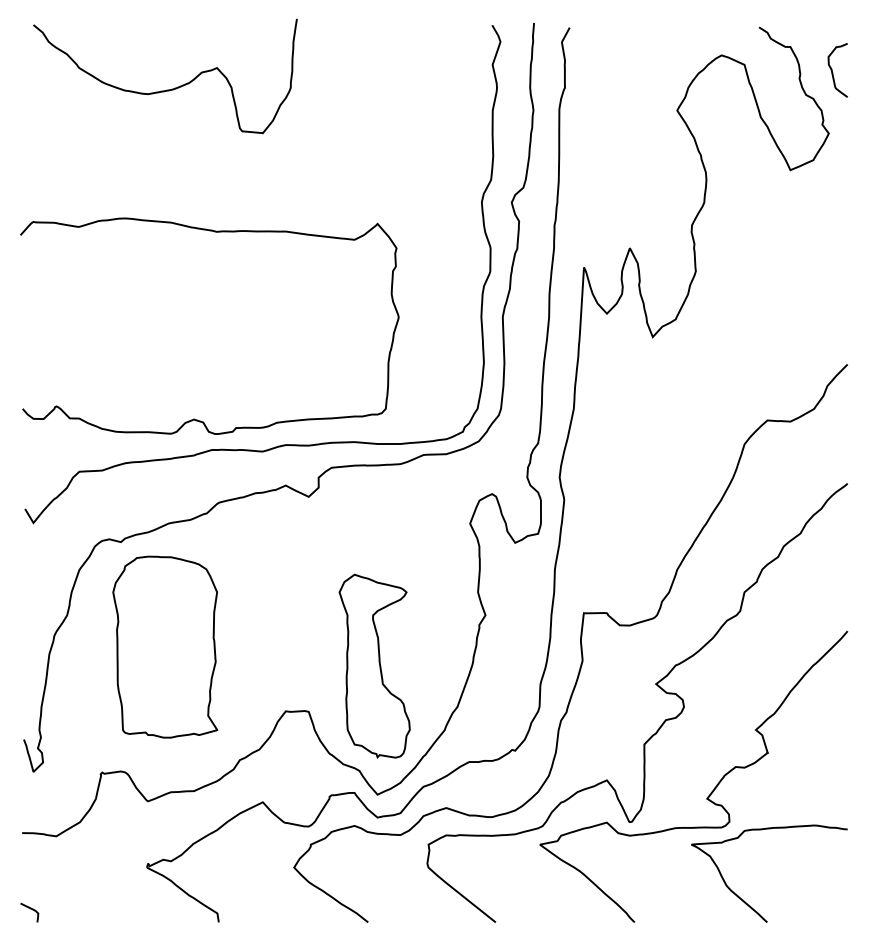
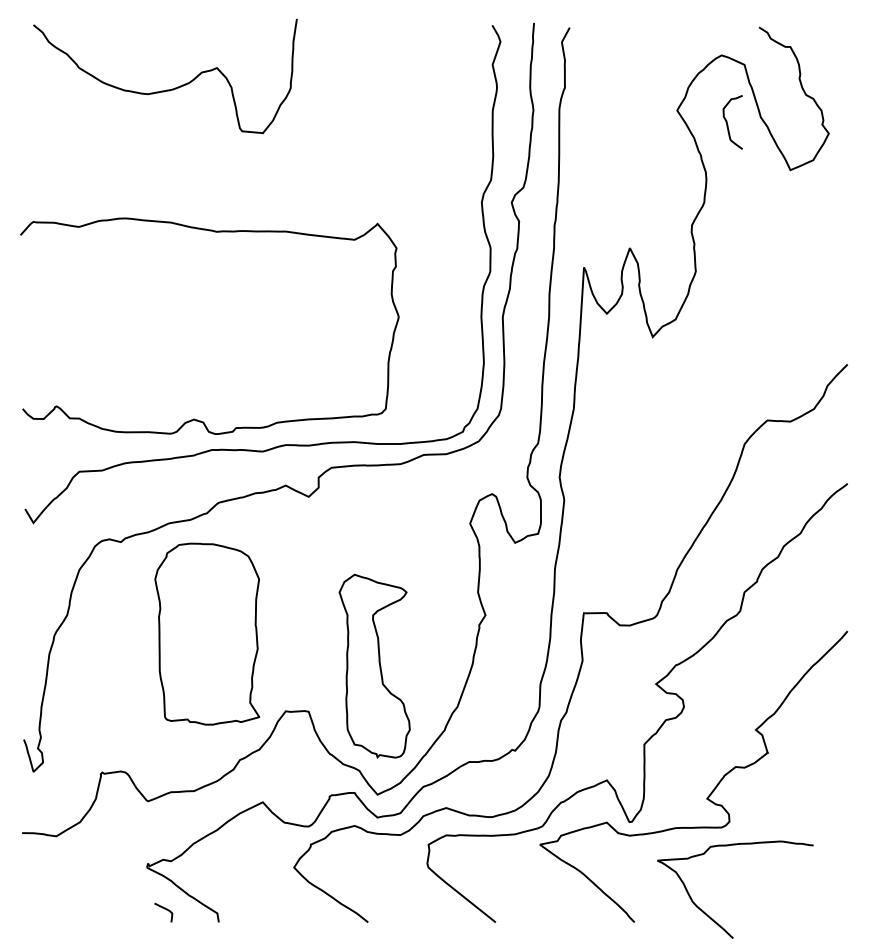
curve at (833, 72) position: (833, 72) -> (728, 124)
part at (165, 646) position: (165, 646) -> (207, 633)
curve at (743, 899) position: (743, 899) -> (709, 915)
curve at (30, 909) position: (30, 909) -> (164, 909)
